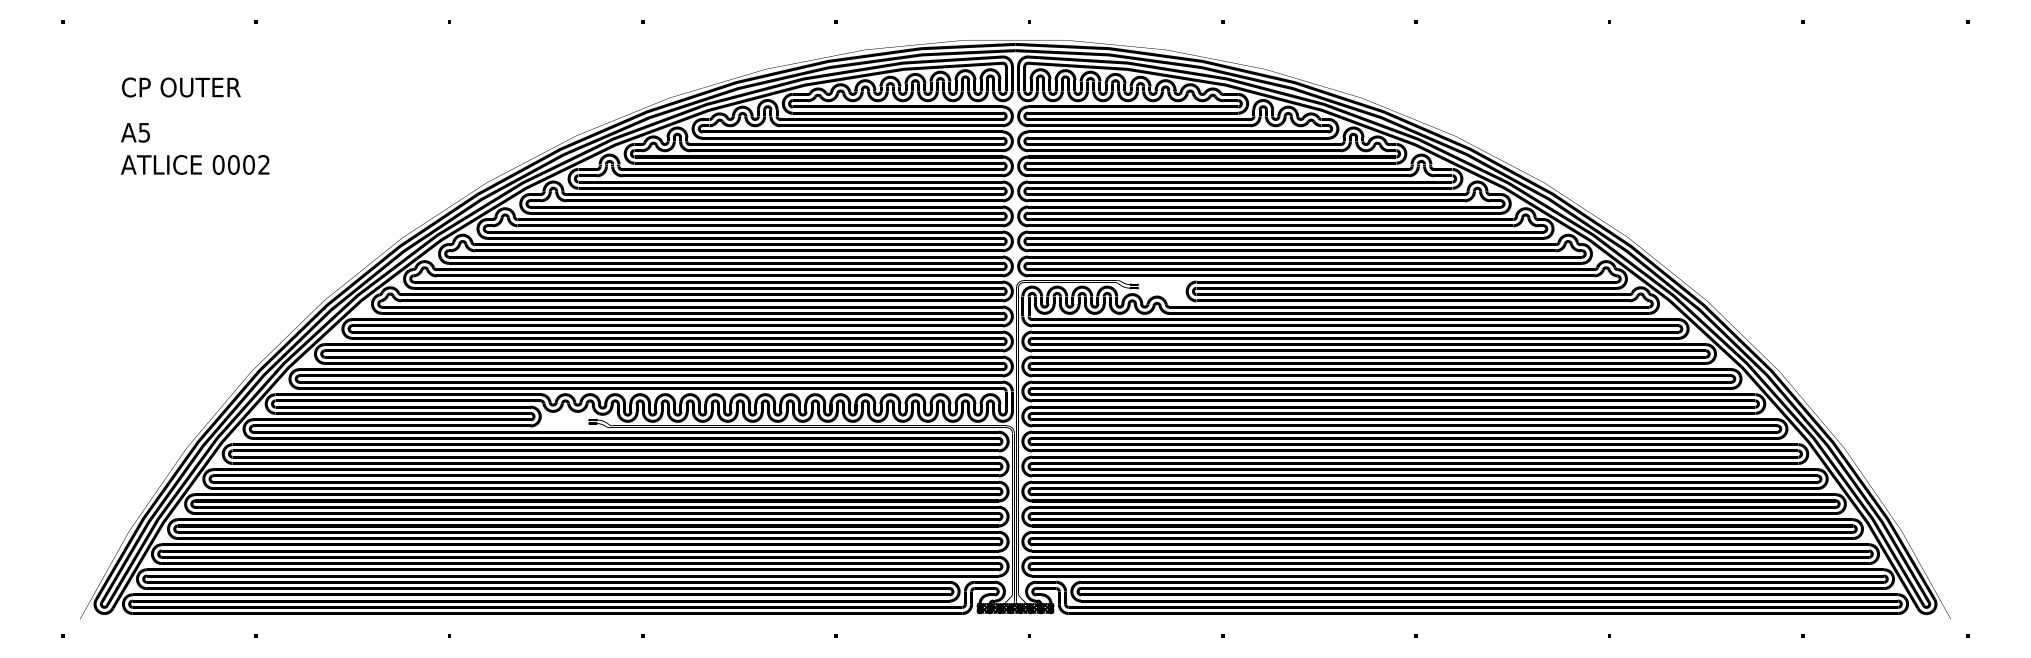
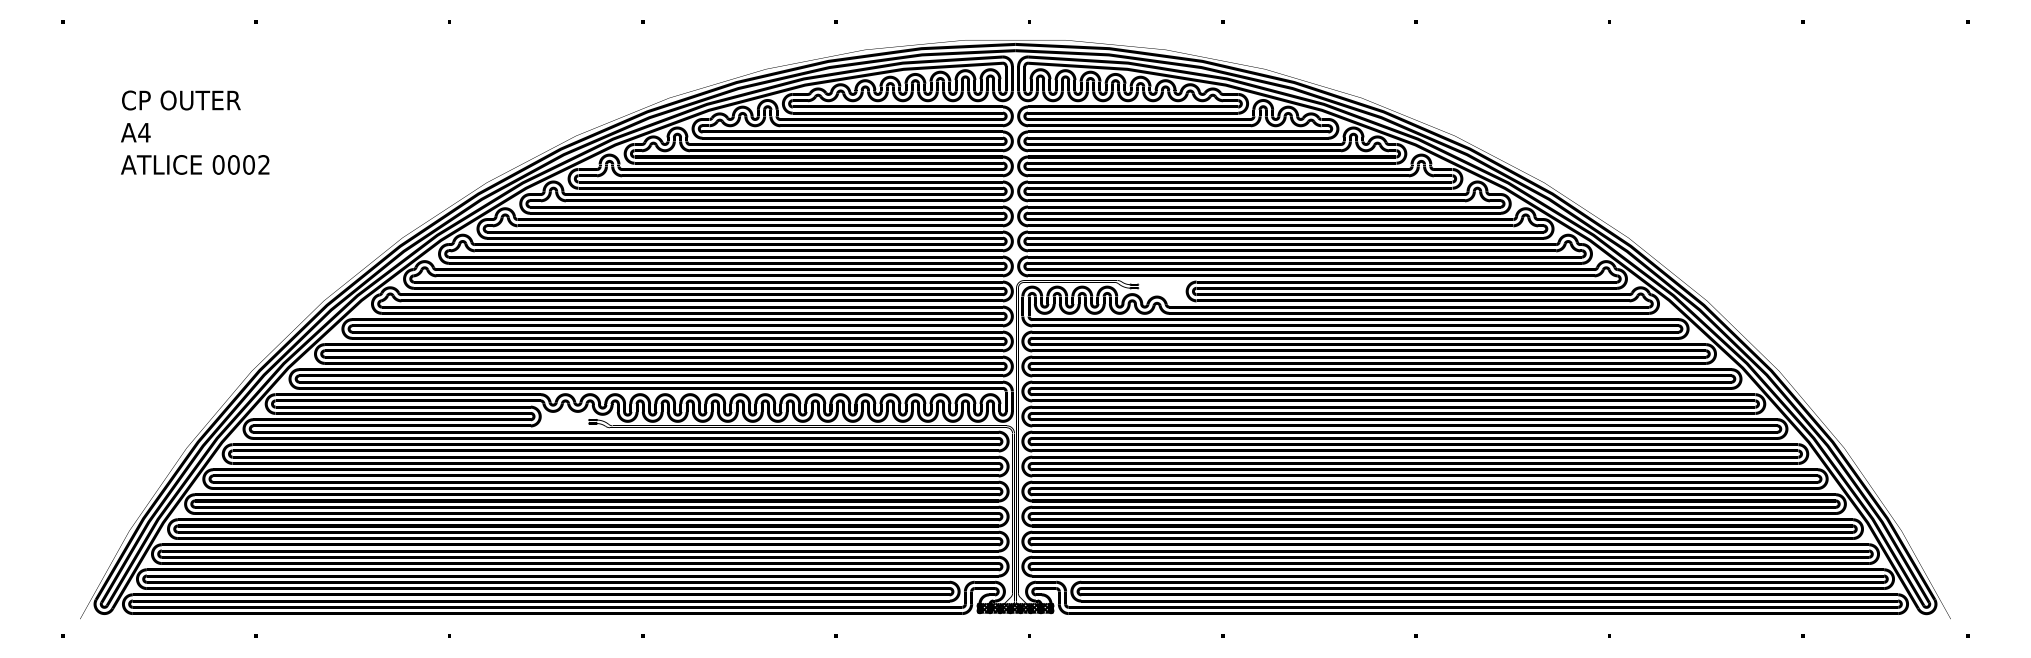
text at (181, 87) position: (181, 87) -> (181, 100)
text at (144, 132): A5 -> A4
